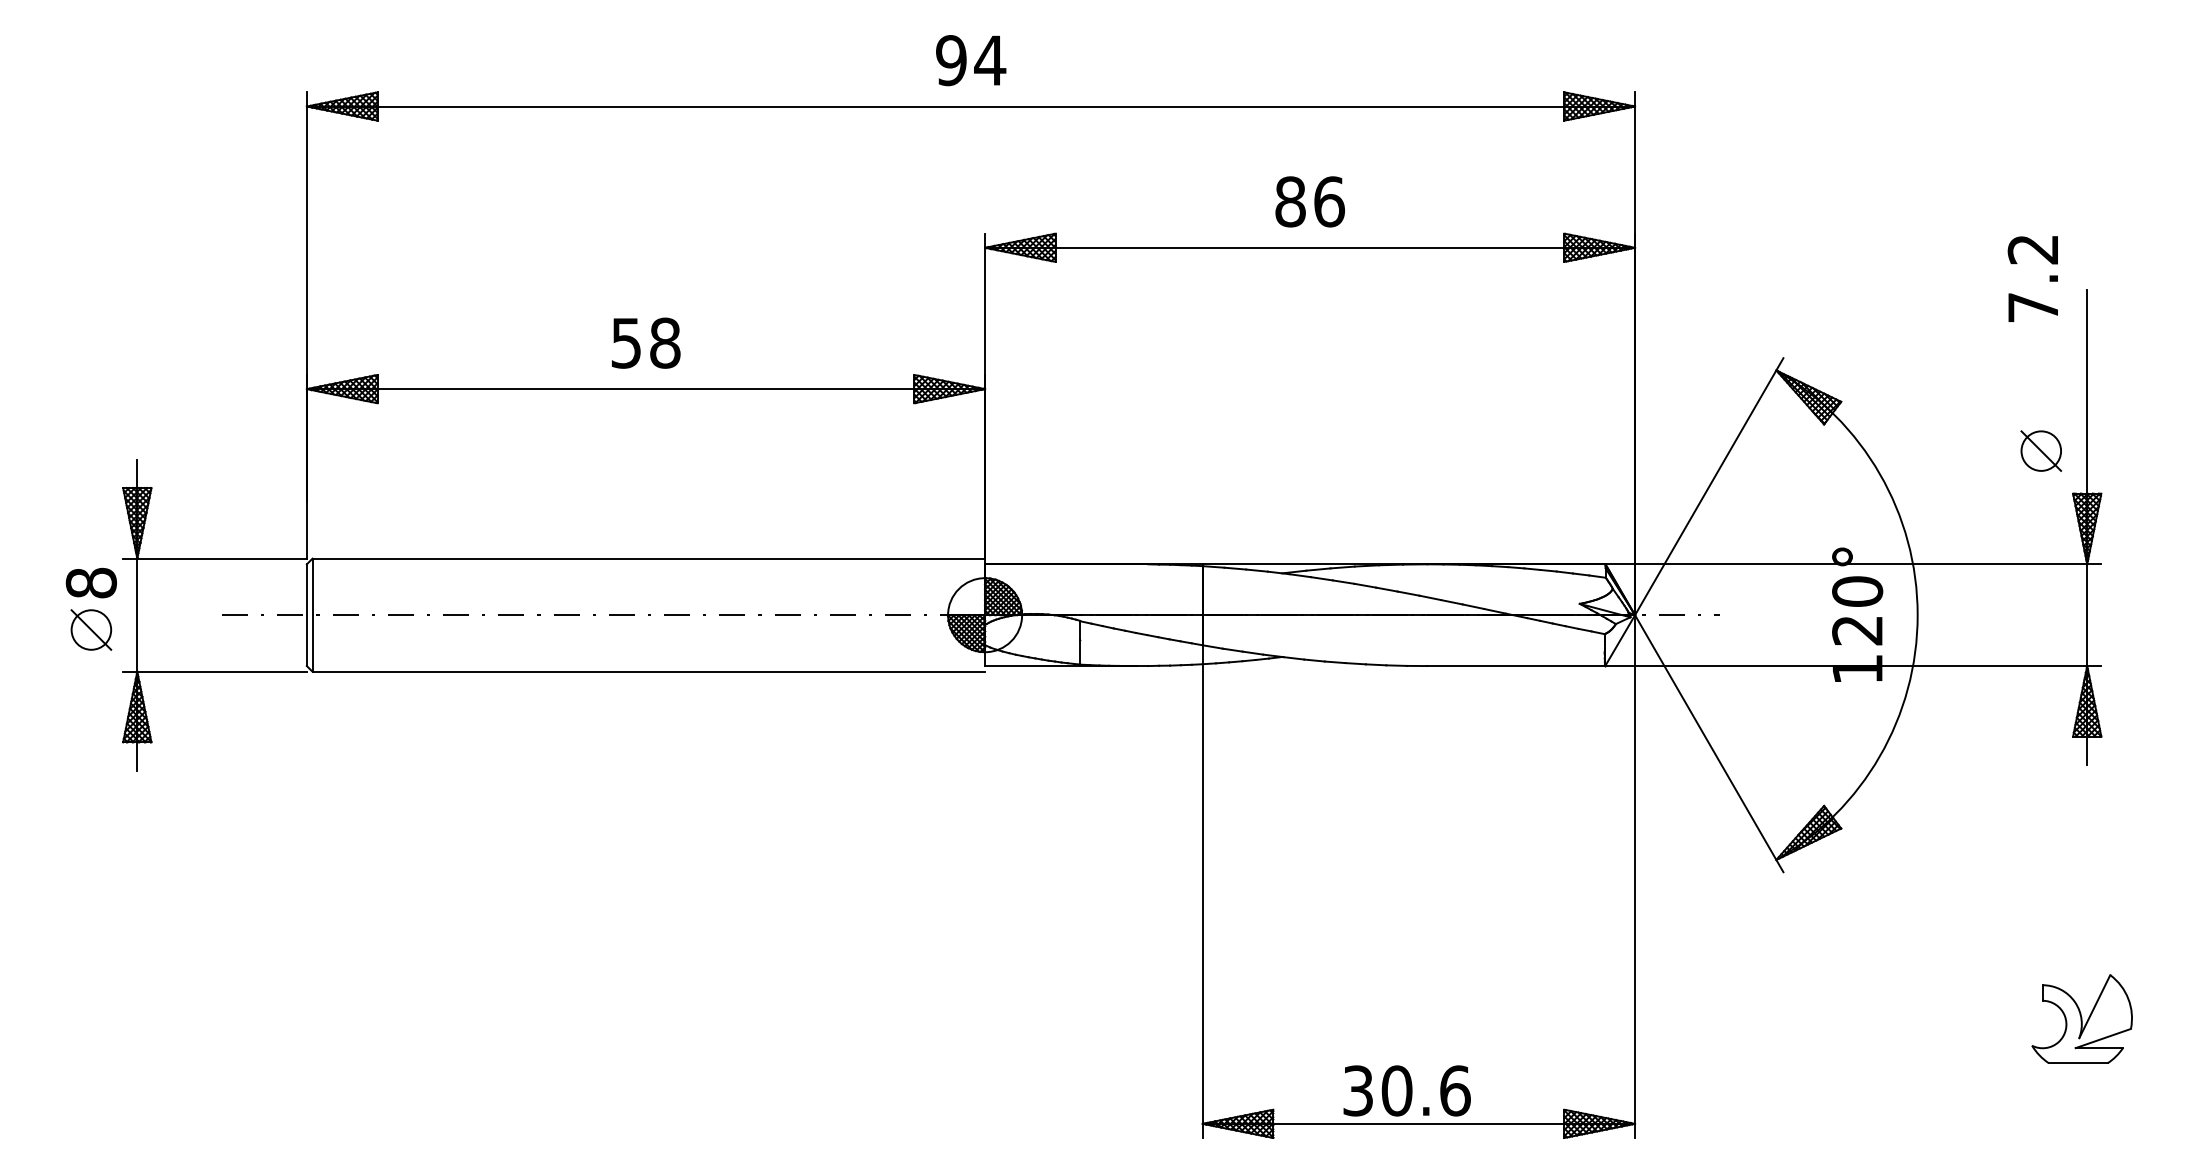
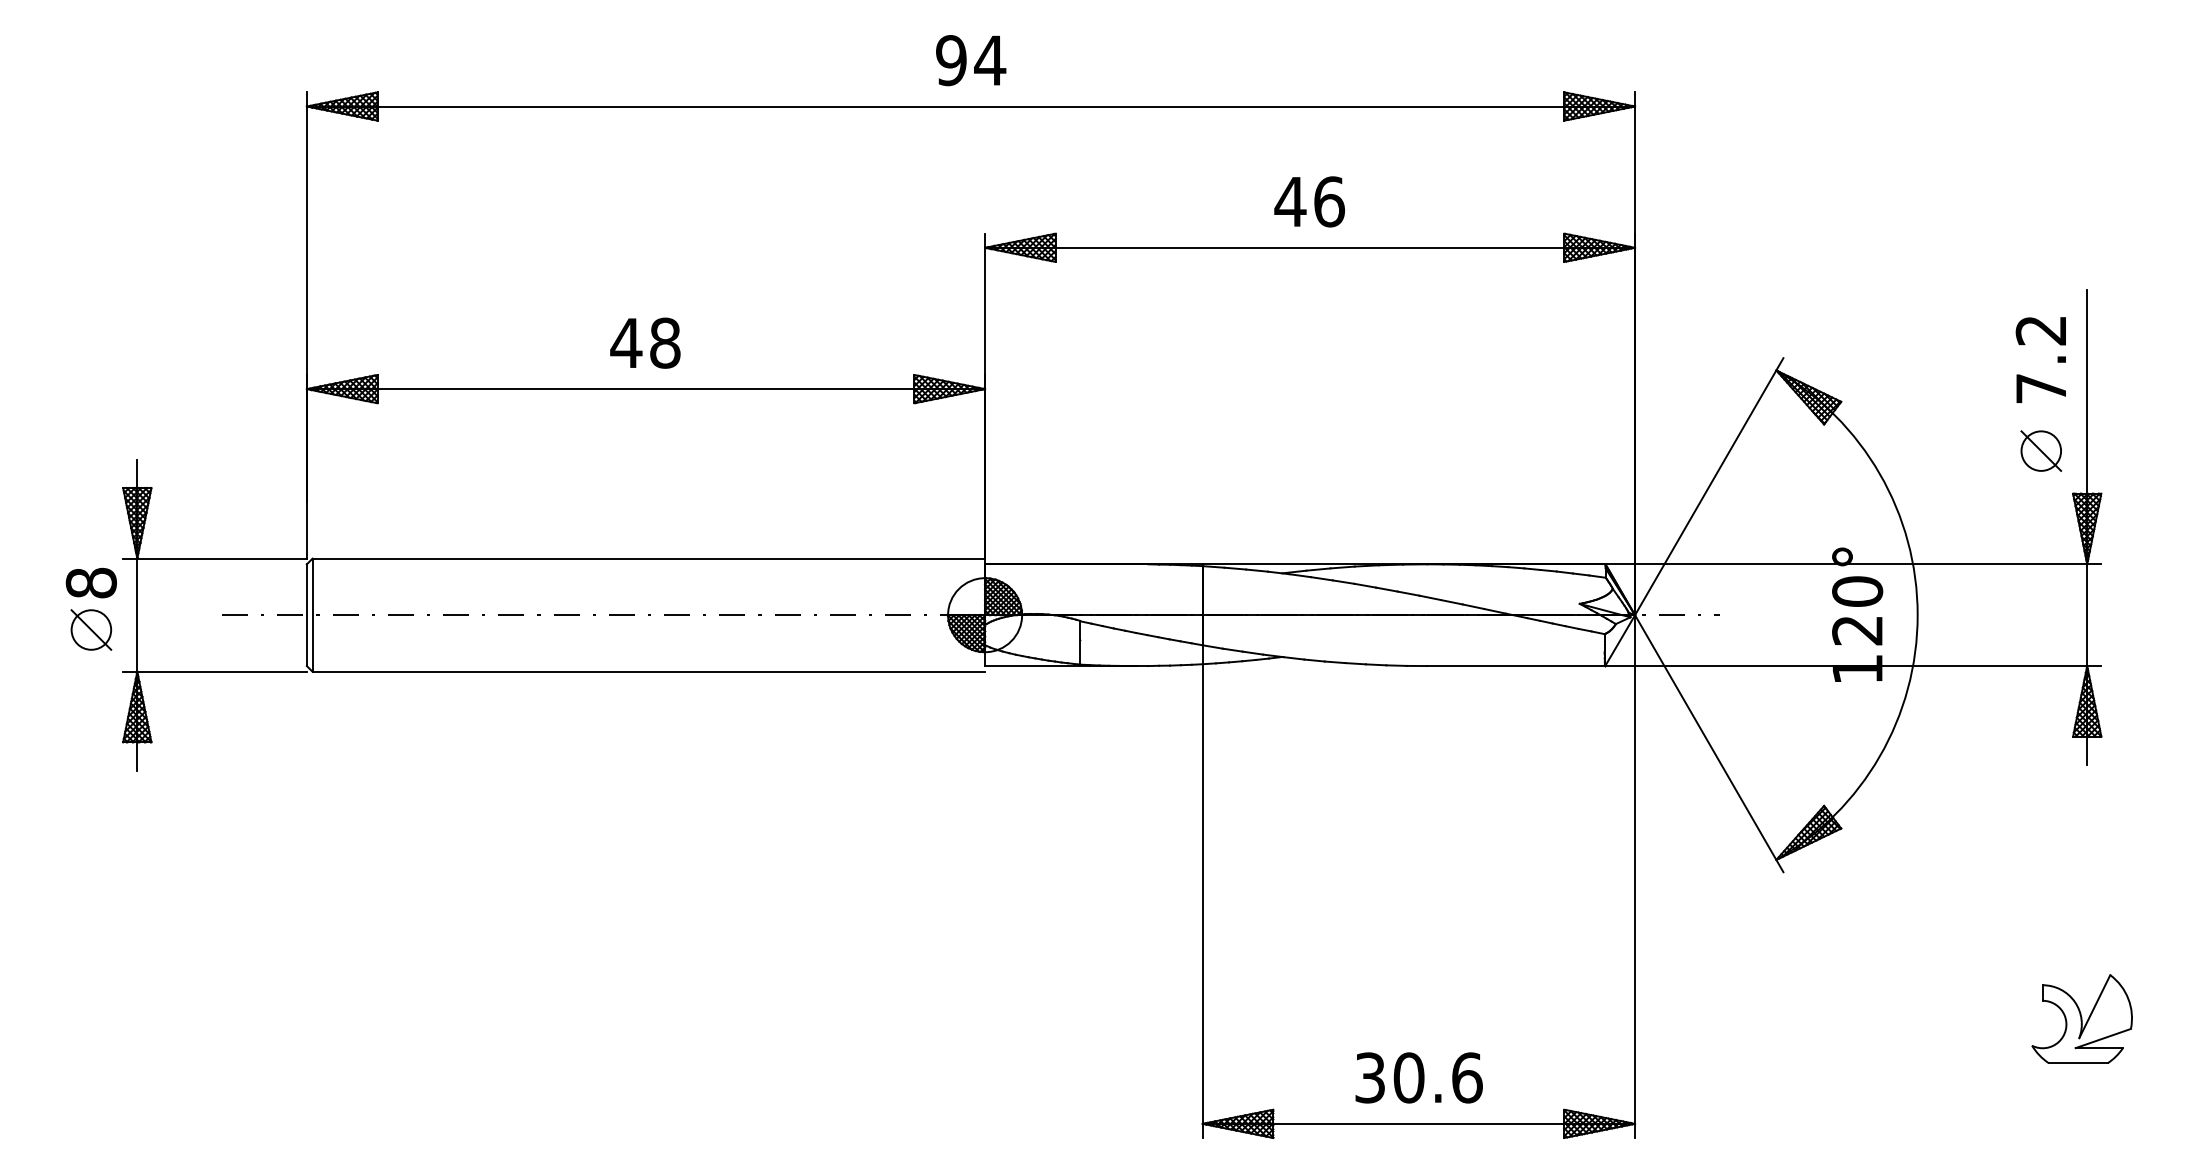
text at (1290, 201): 86 -> 46
text at (2032, 278) position: (2032, 278) -> (2040, 359)
text at (626, 343): 58 -> 48
text at (1406, 1090) position: (1406, 1090) -> (1418, 1077)
